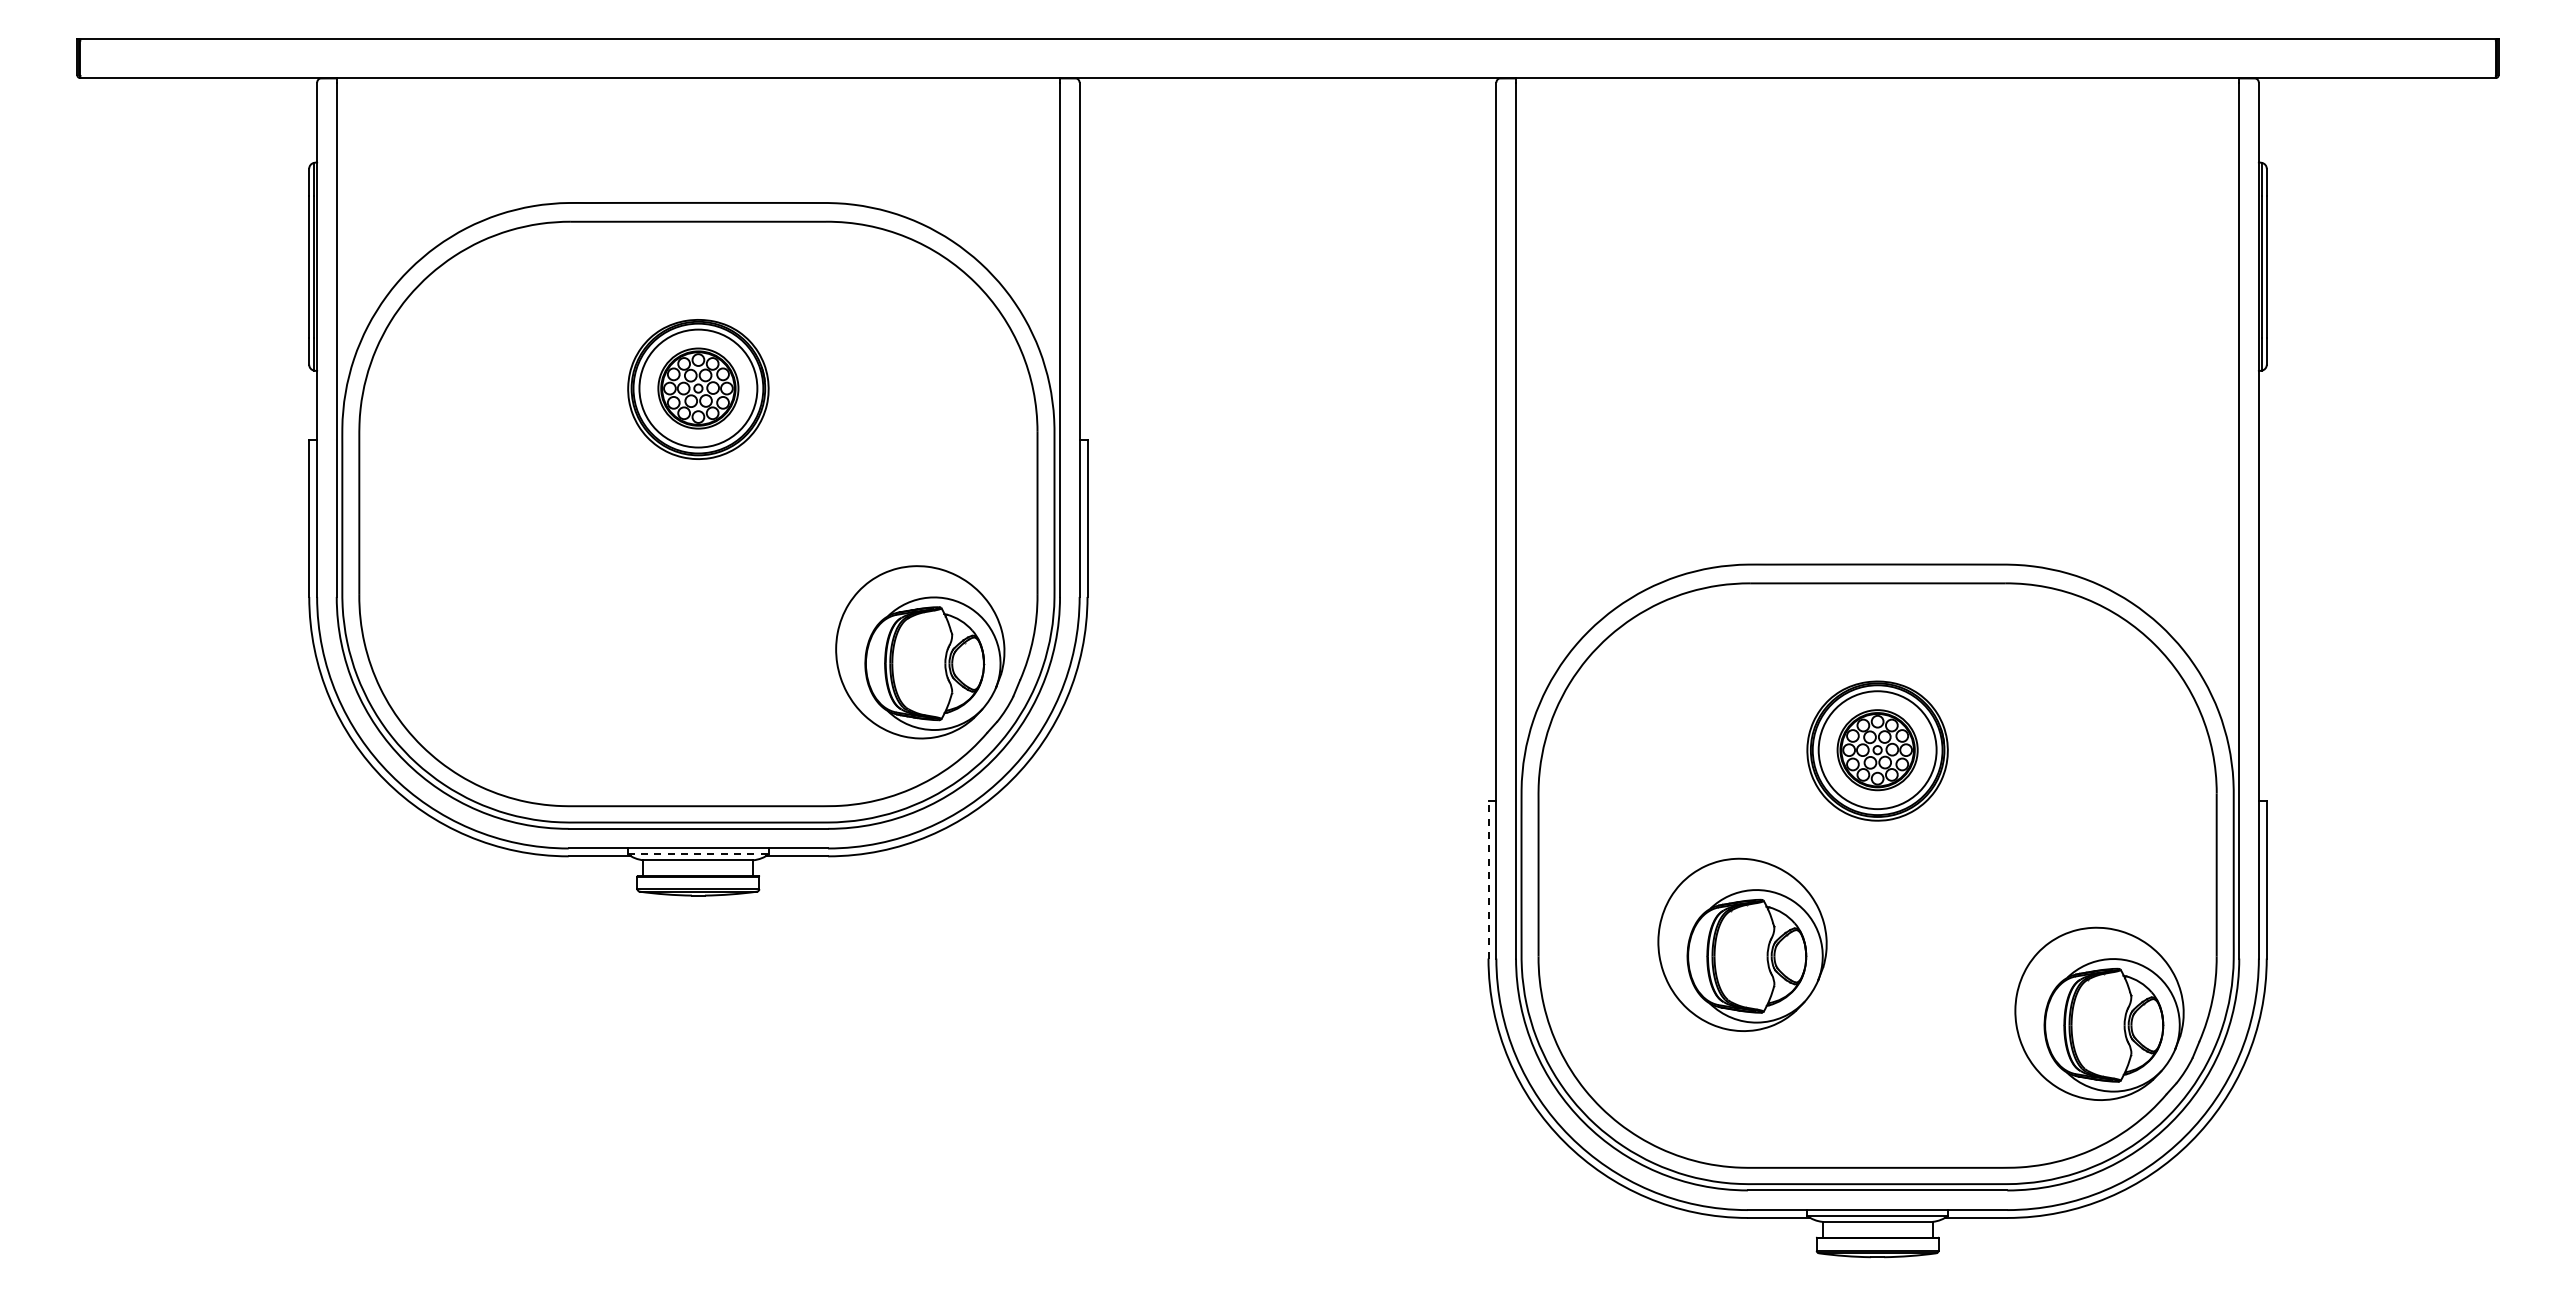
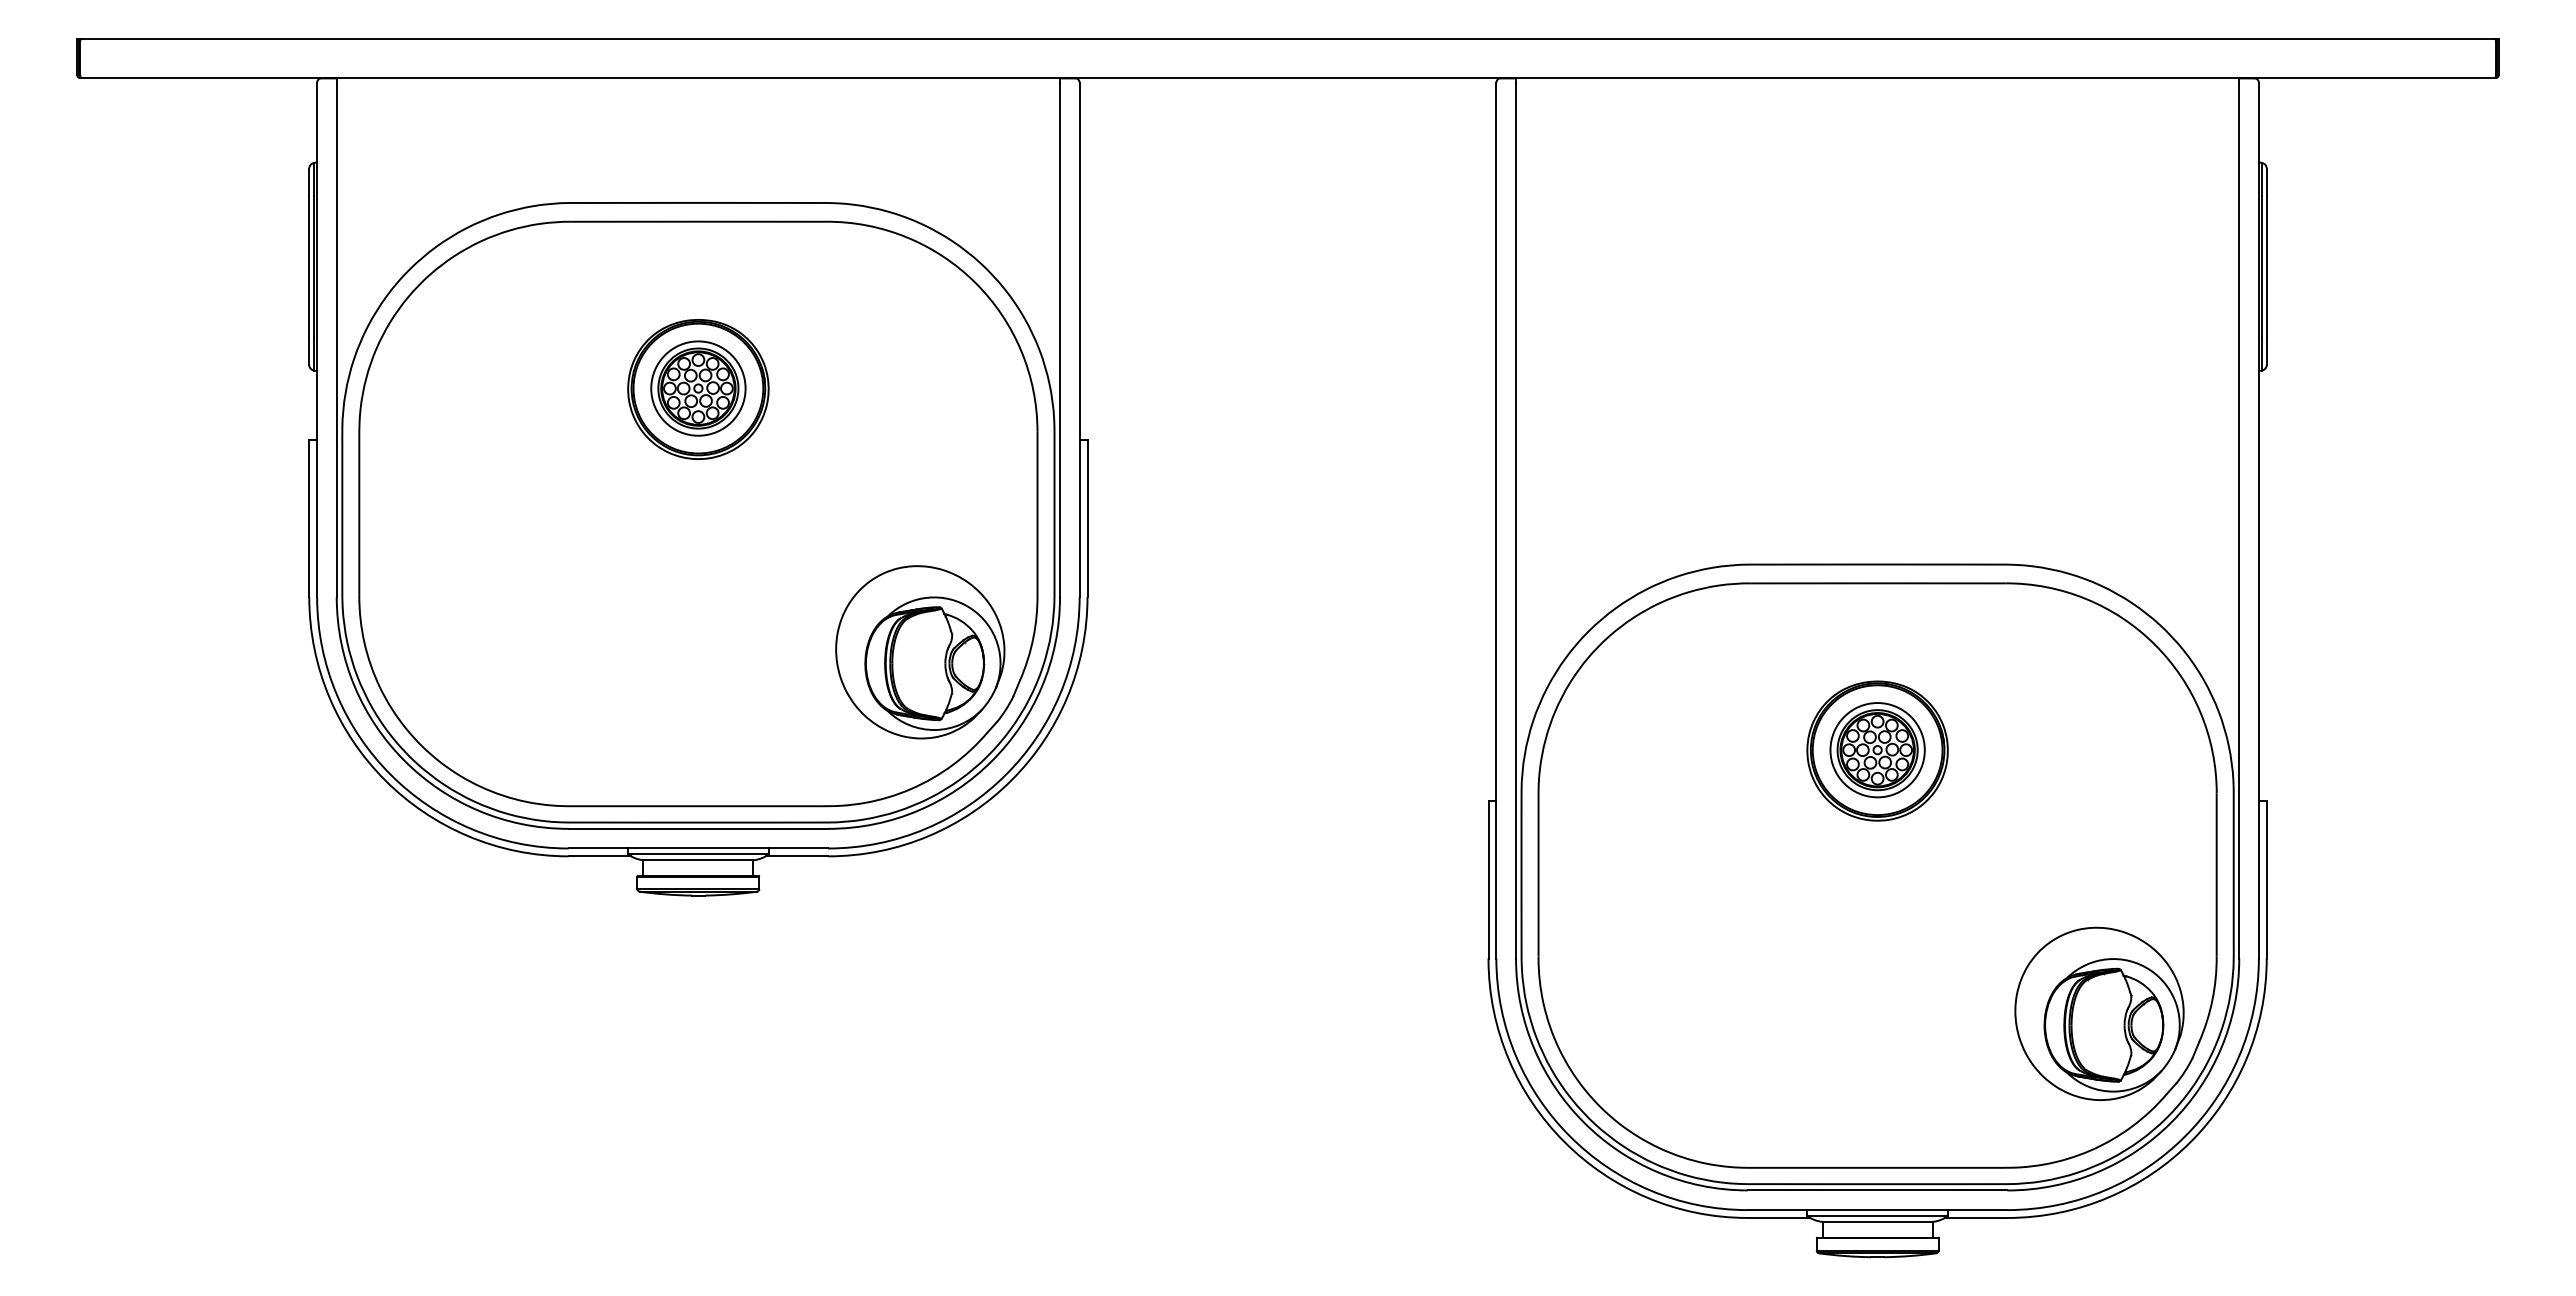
circle at (698, 388) diameter: 118 px -> 94 px
circle at (1877, 750) diameter: 118 px -> 94 px
line at (698, 854): dashed -> solid
line at (1488, 879): dashed -> solid
part at (1742, 944): present -> none
